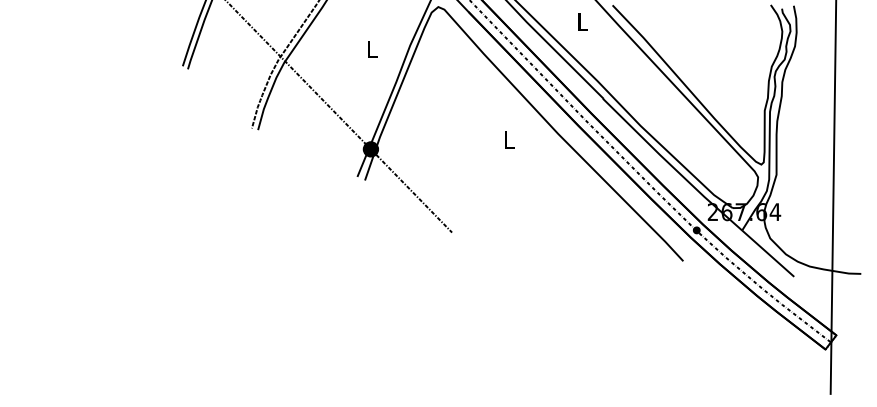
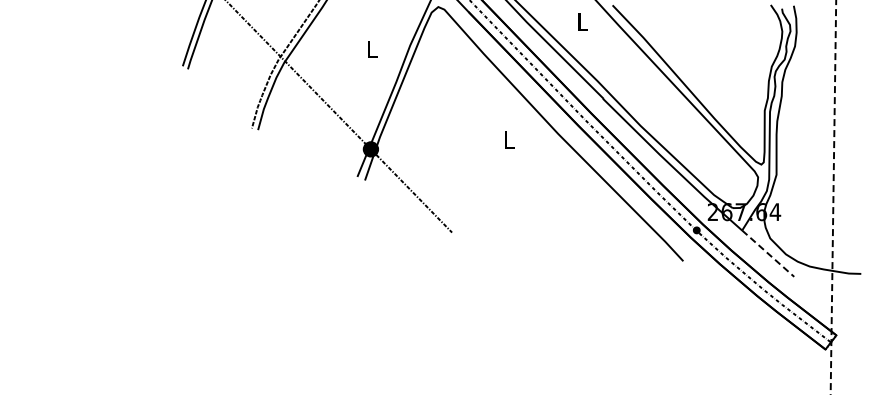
line at (833, 198): solid -> dashed
line at (768, 253): solid -> dashed
